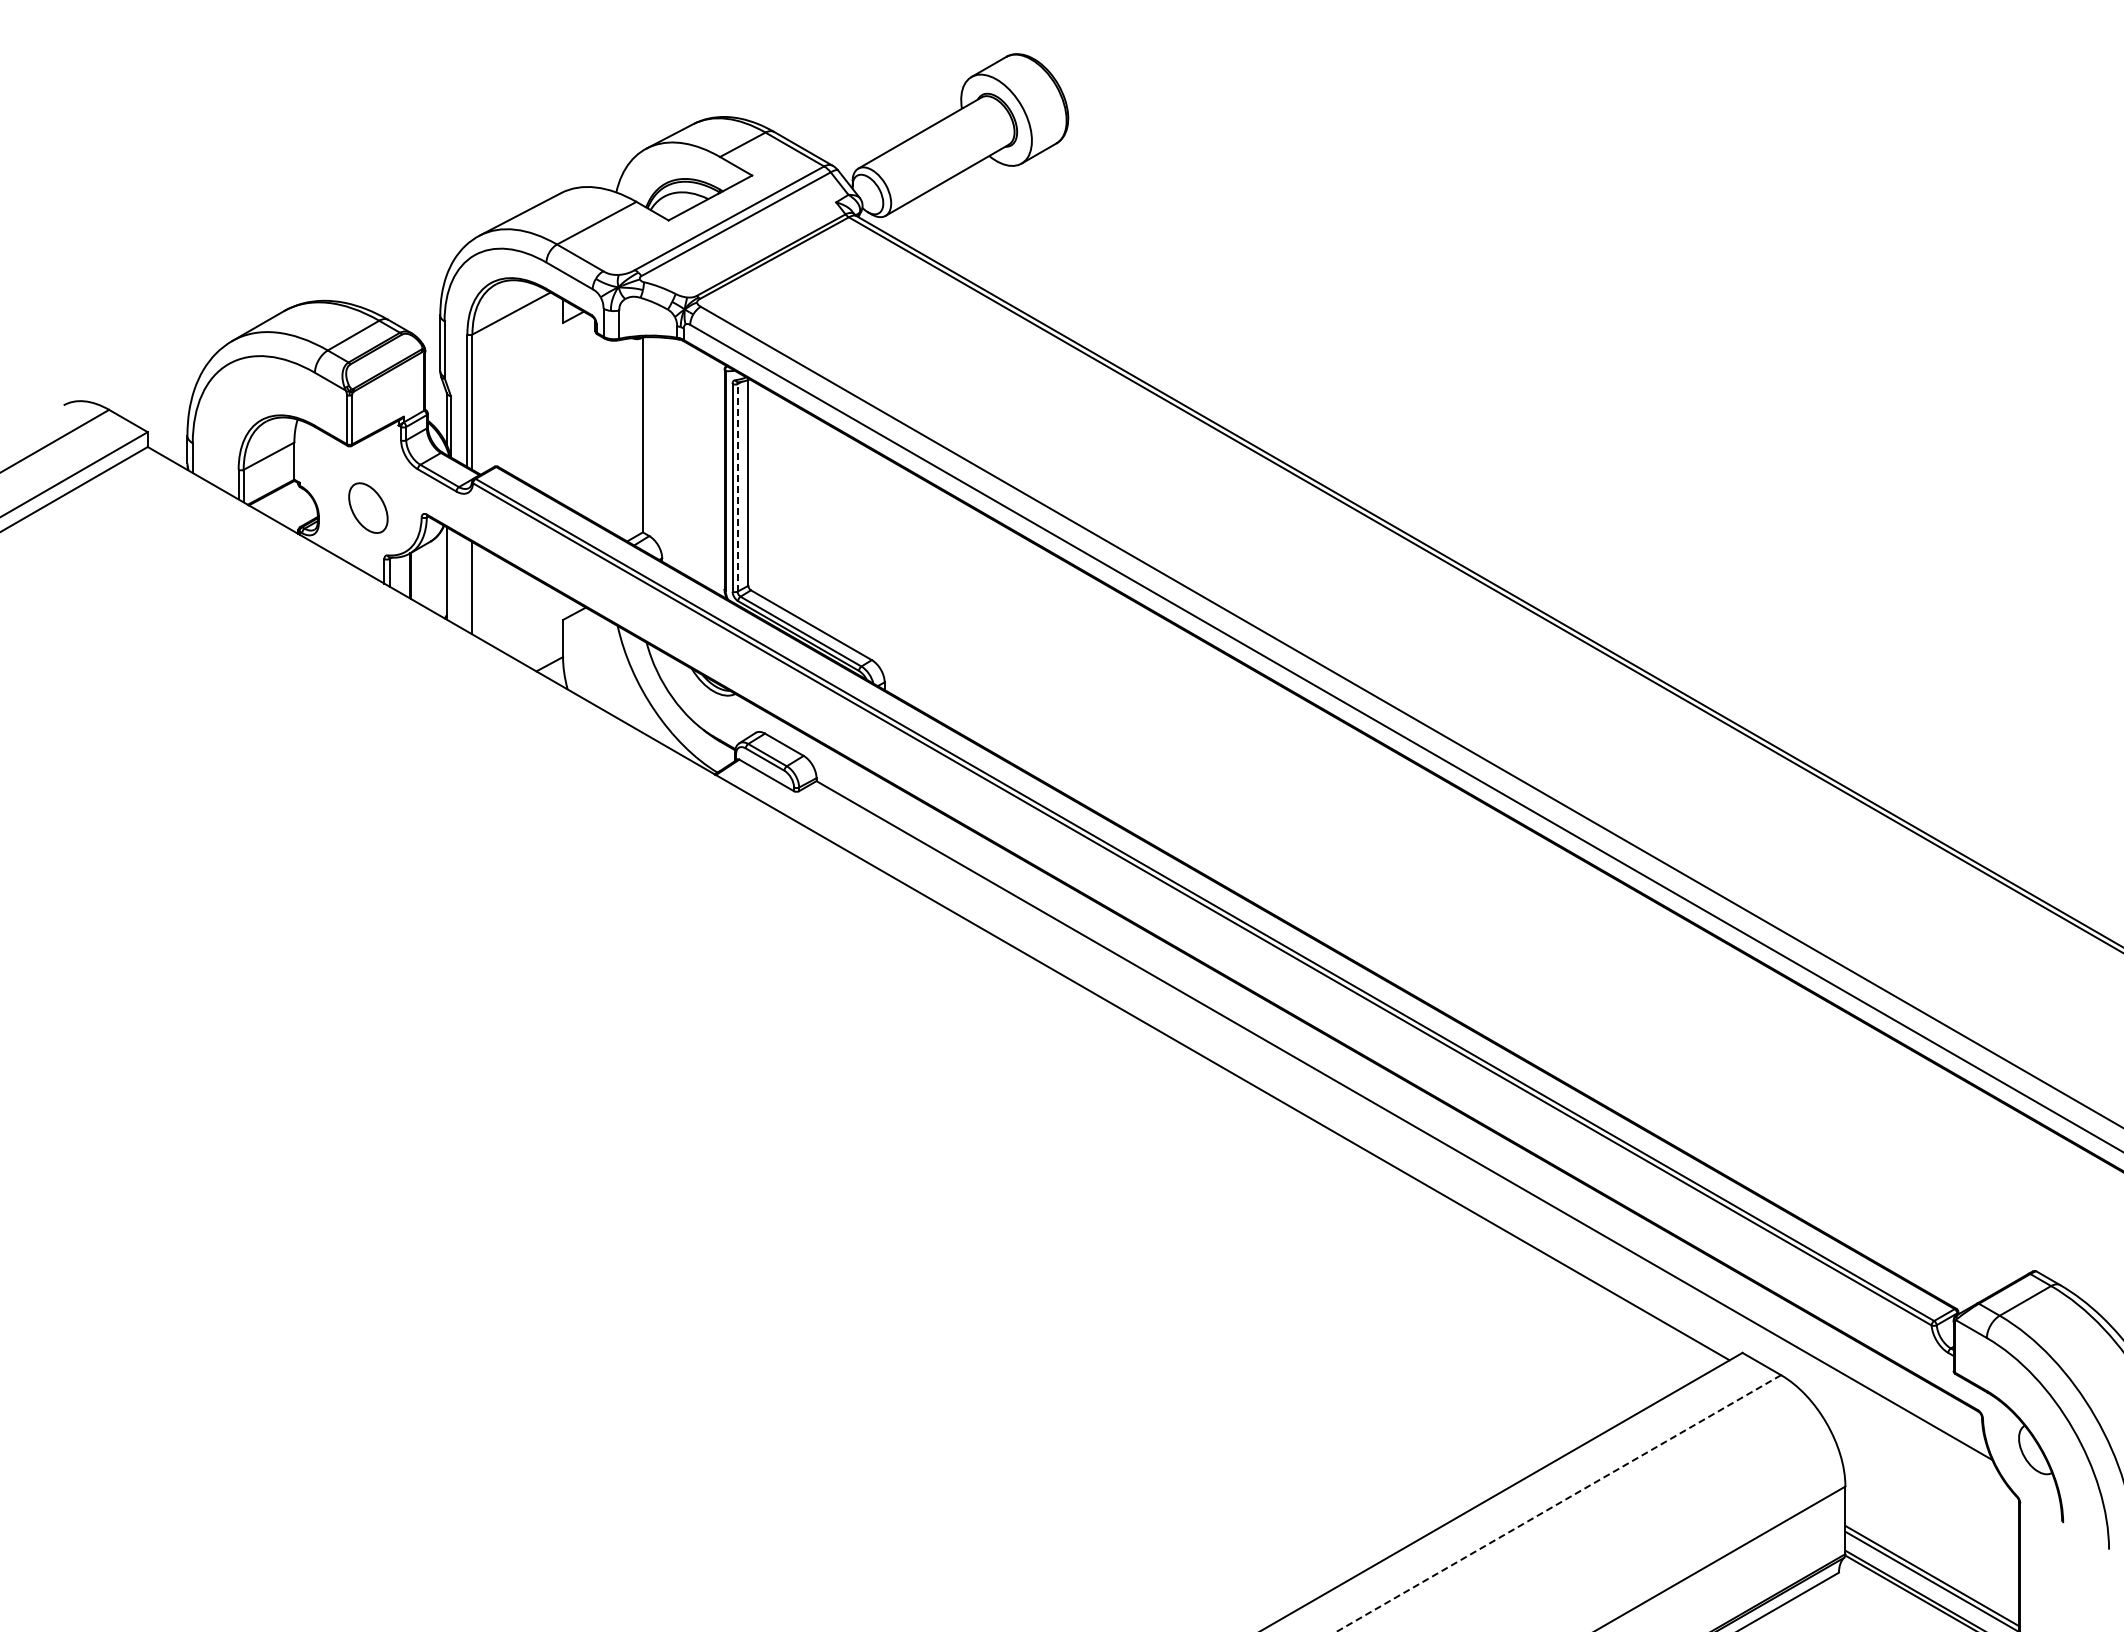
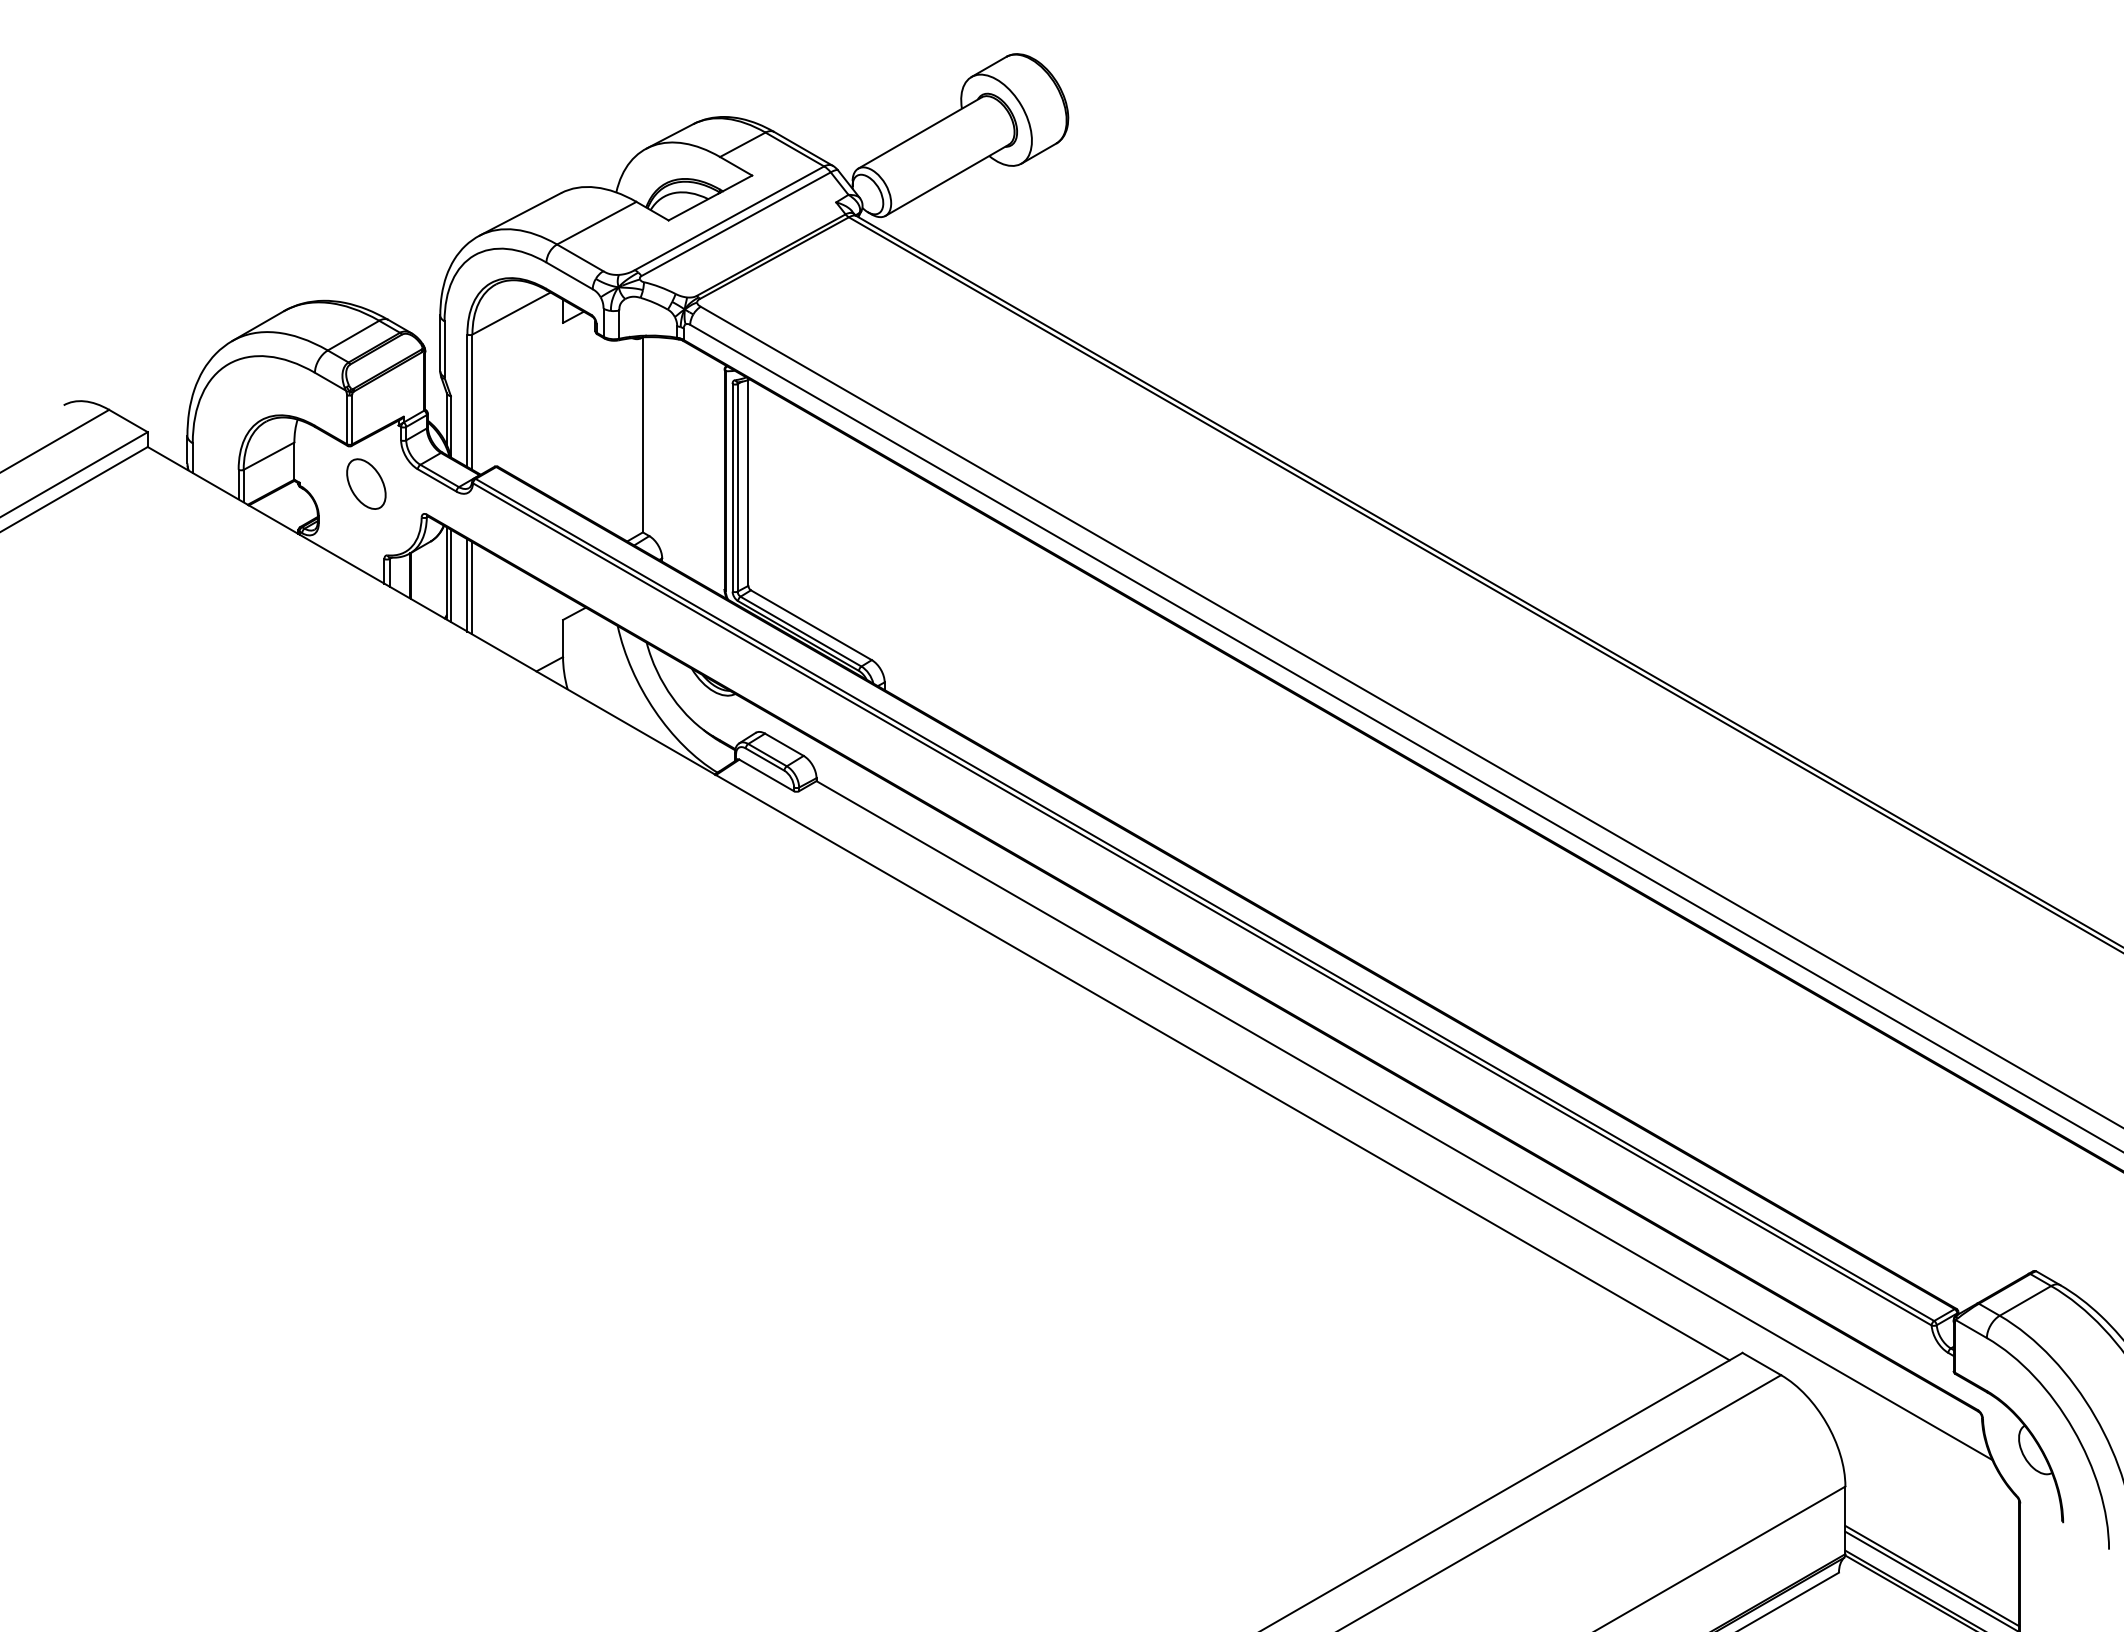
line at (737, 487): dashed -> solid
part at (368, 507) position: (368, 507) -> (366, 483)
line at (451, 575): none -> present
line at (467, 585): none -> present
line at (1558, 1503): dashed -> solid
